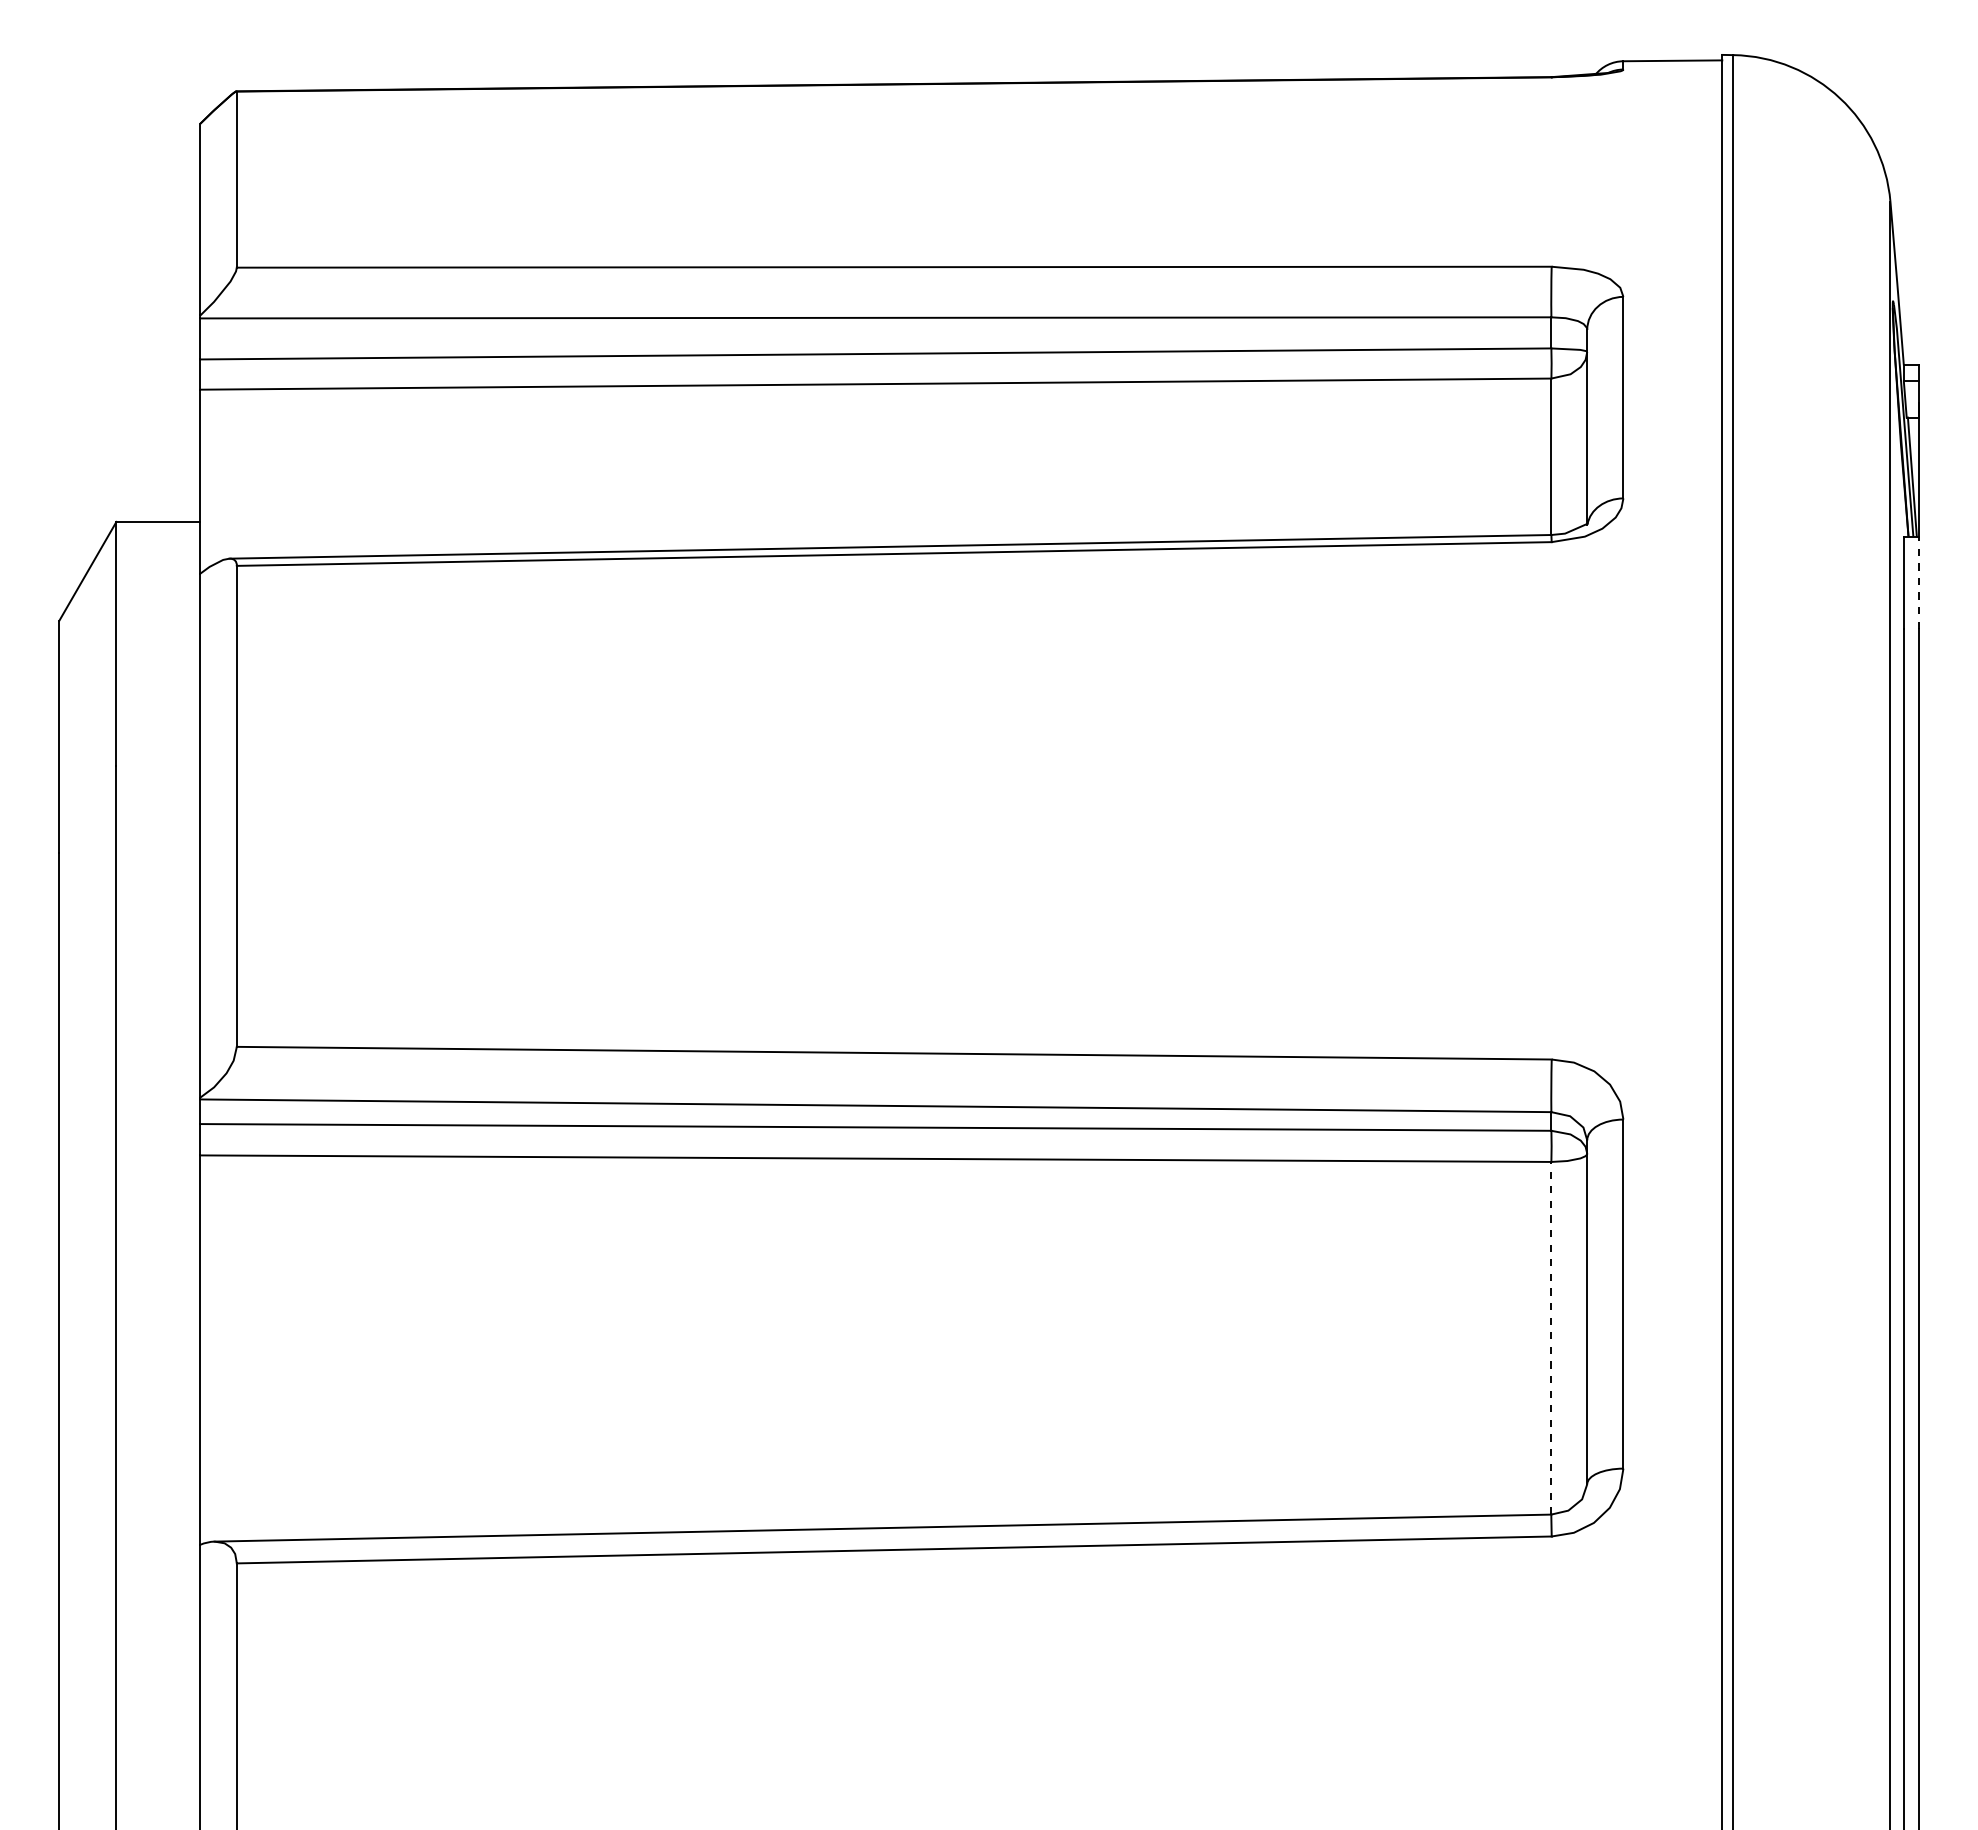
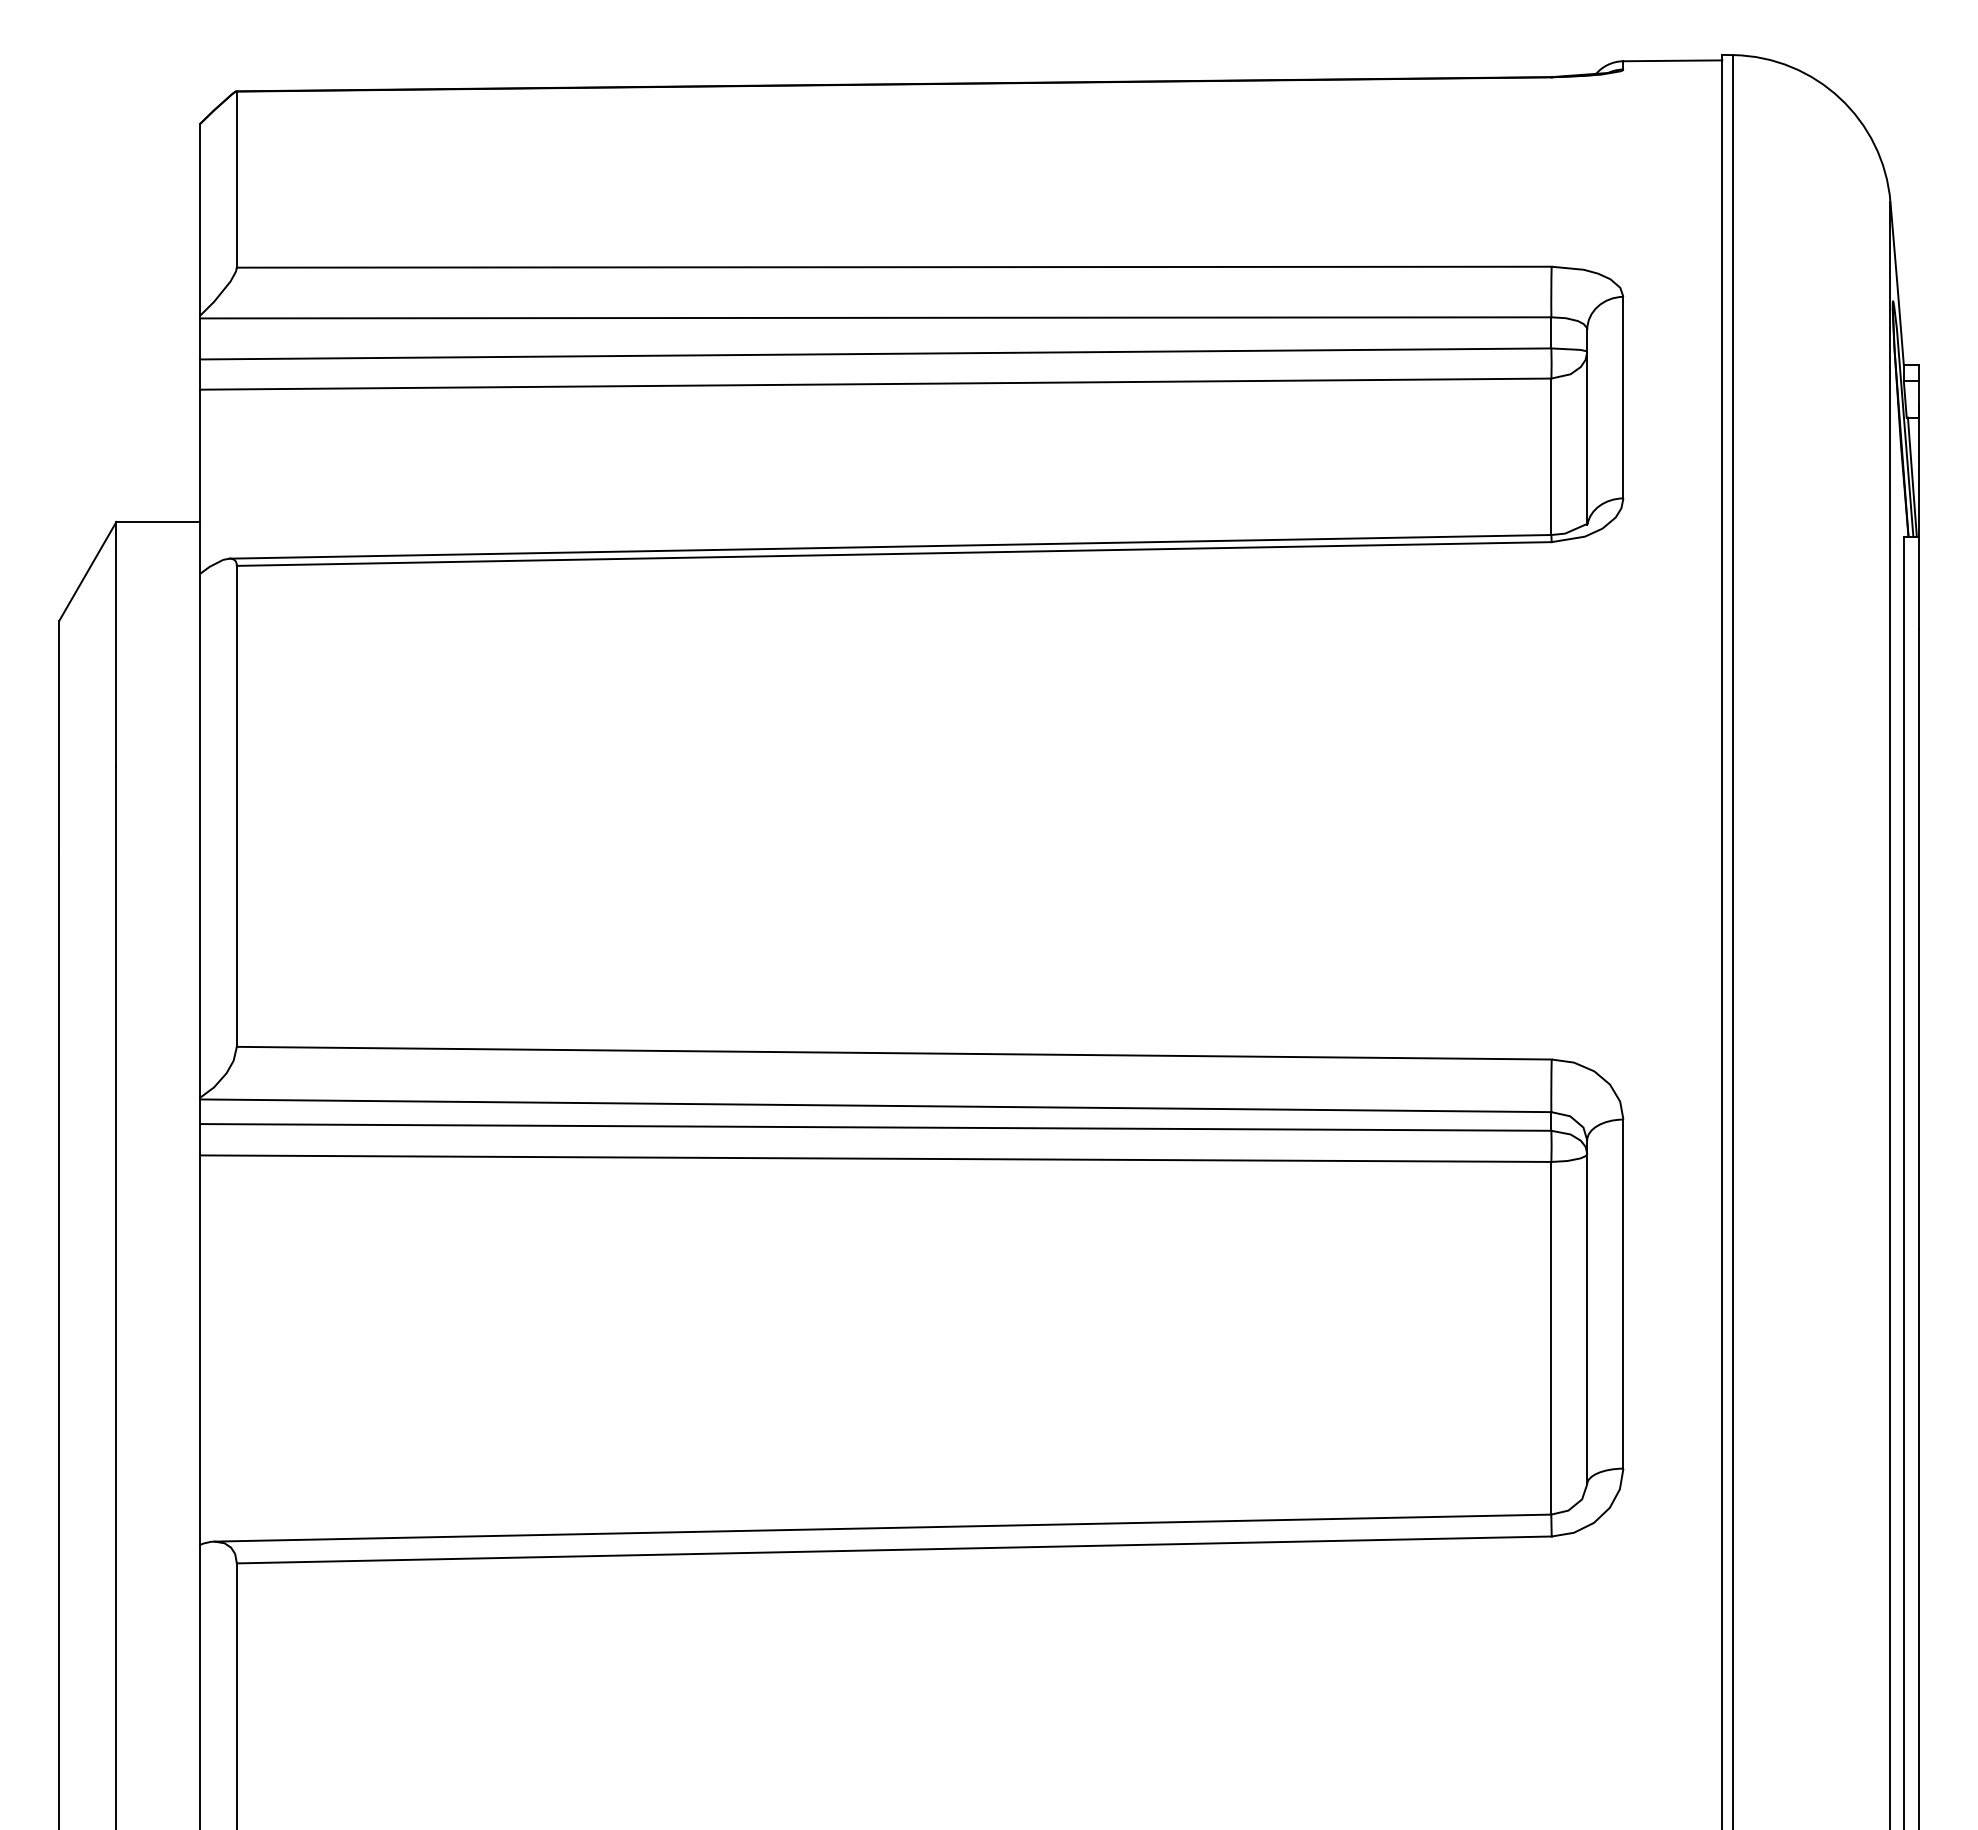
line at (1918, 582): dashed -> solid
line at (1551, 1337): dashed -> solid
